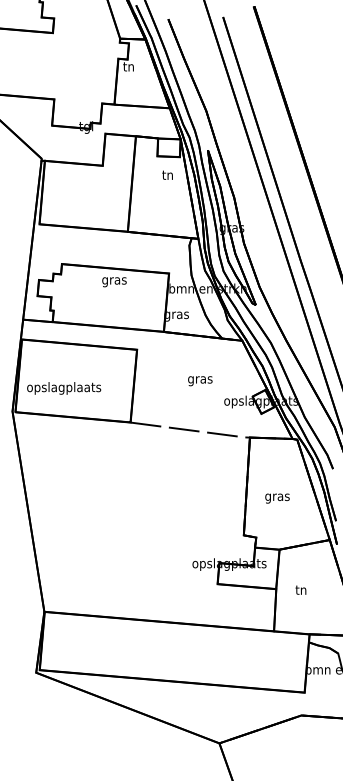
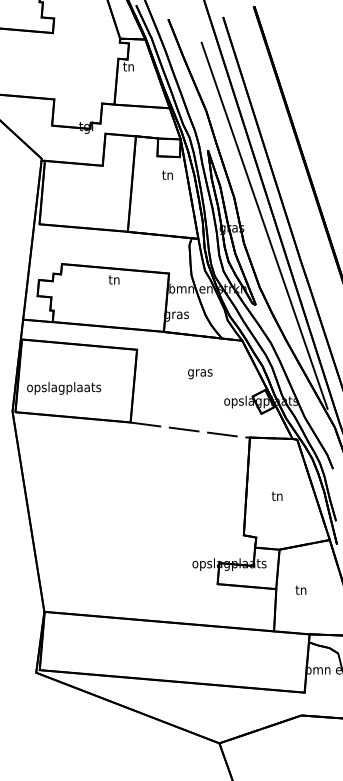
line at (264, 225): none -> present
text at (114, 281): gras -> tn
text at (200, 381) position: (200, 381) -> (200, 374)
text at (277, 497): gras -> tn
